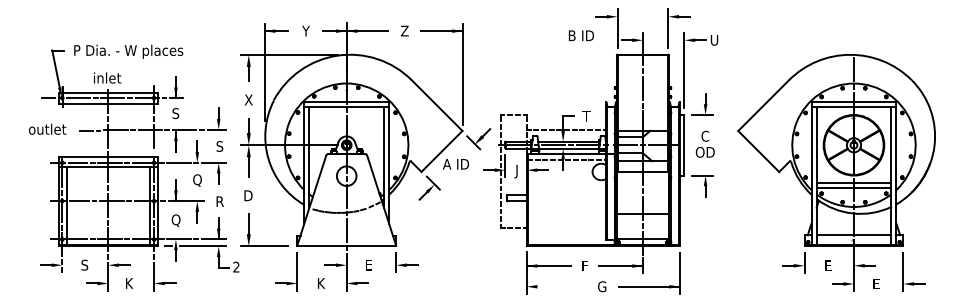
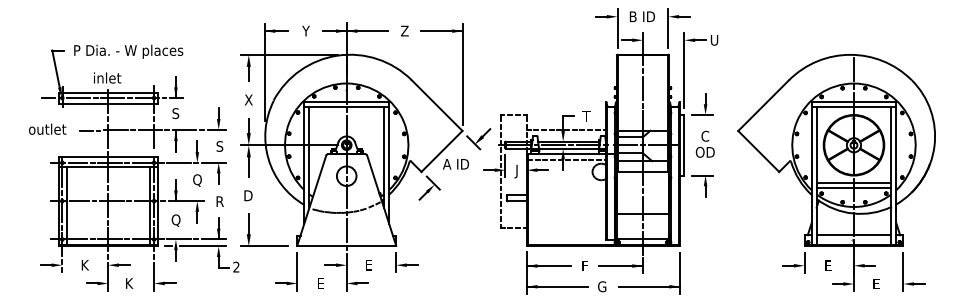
text at (580, 35) position: (580, 35) -> (641, 16)
text at (85, 264): S -> K
text at (321, 283): K -> E
line at (557, 286): none -> present
